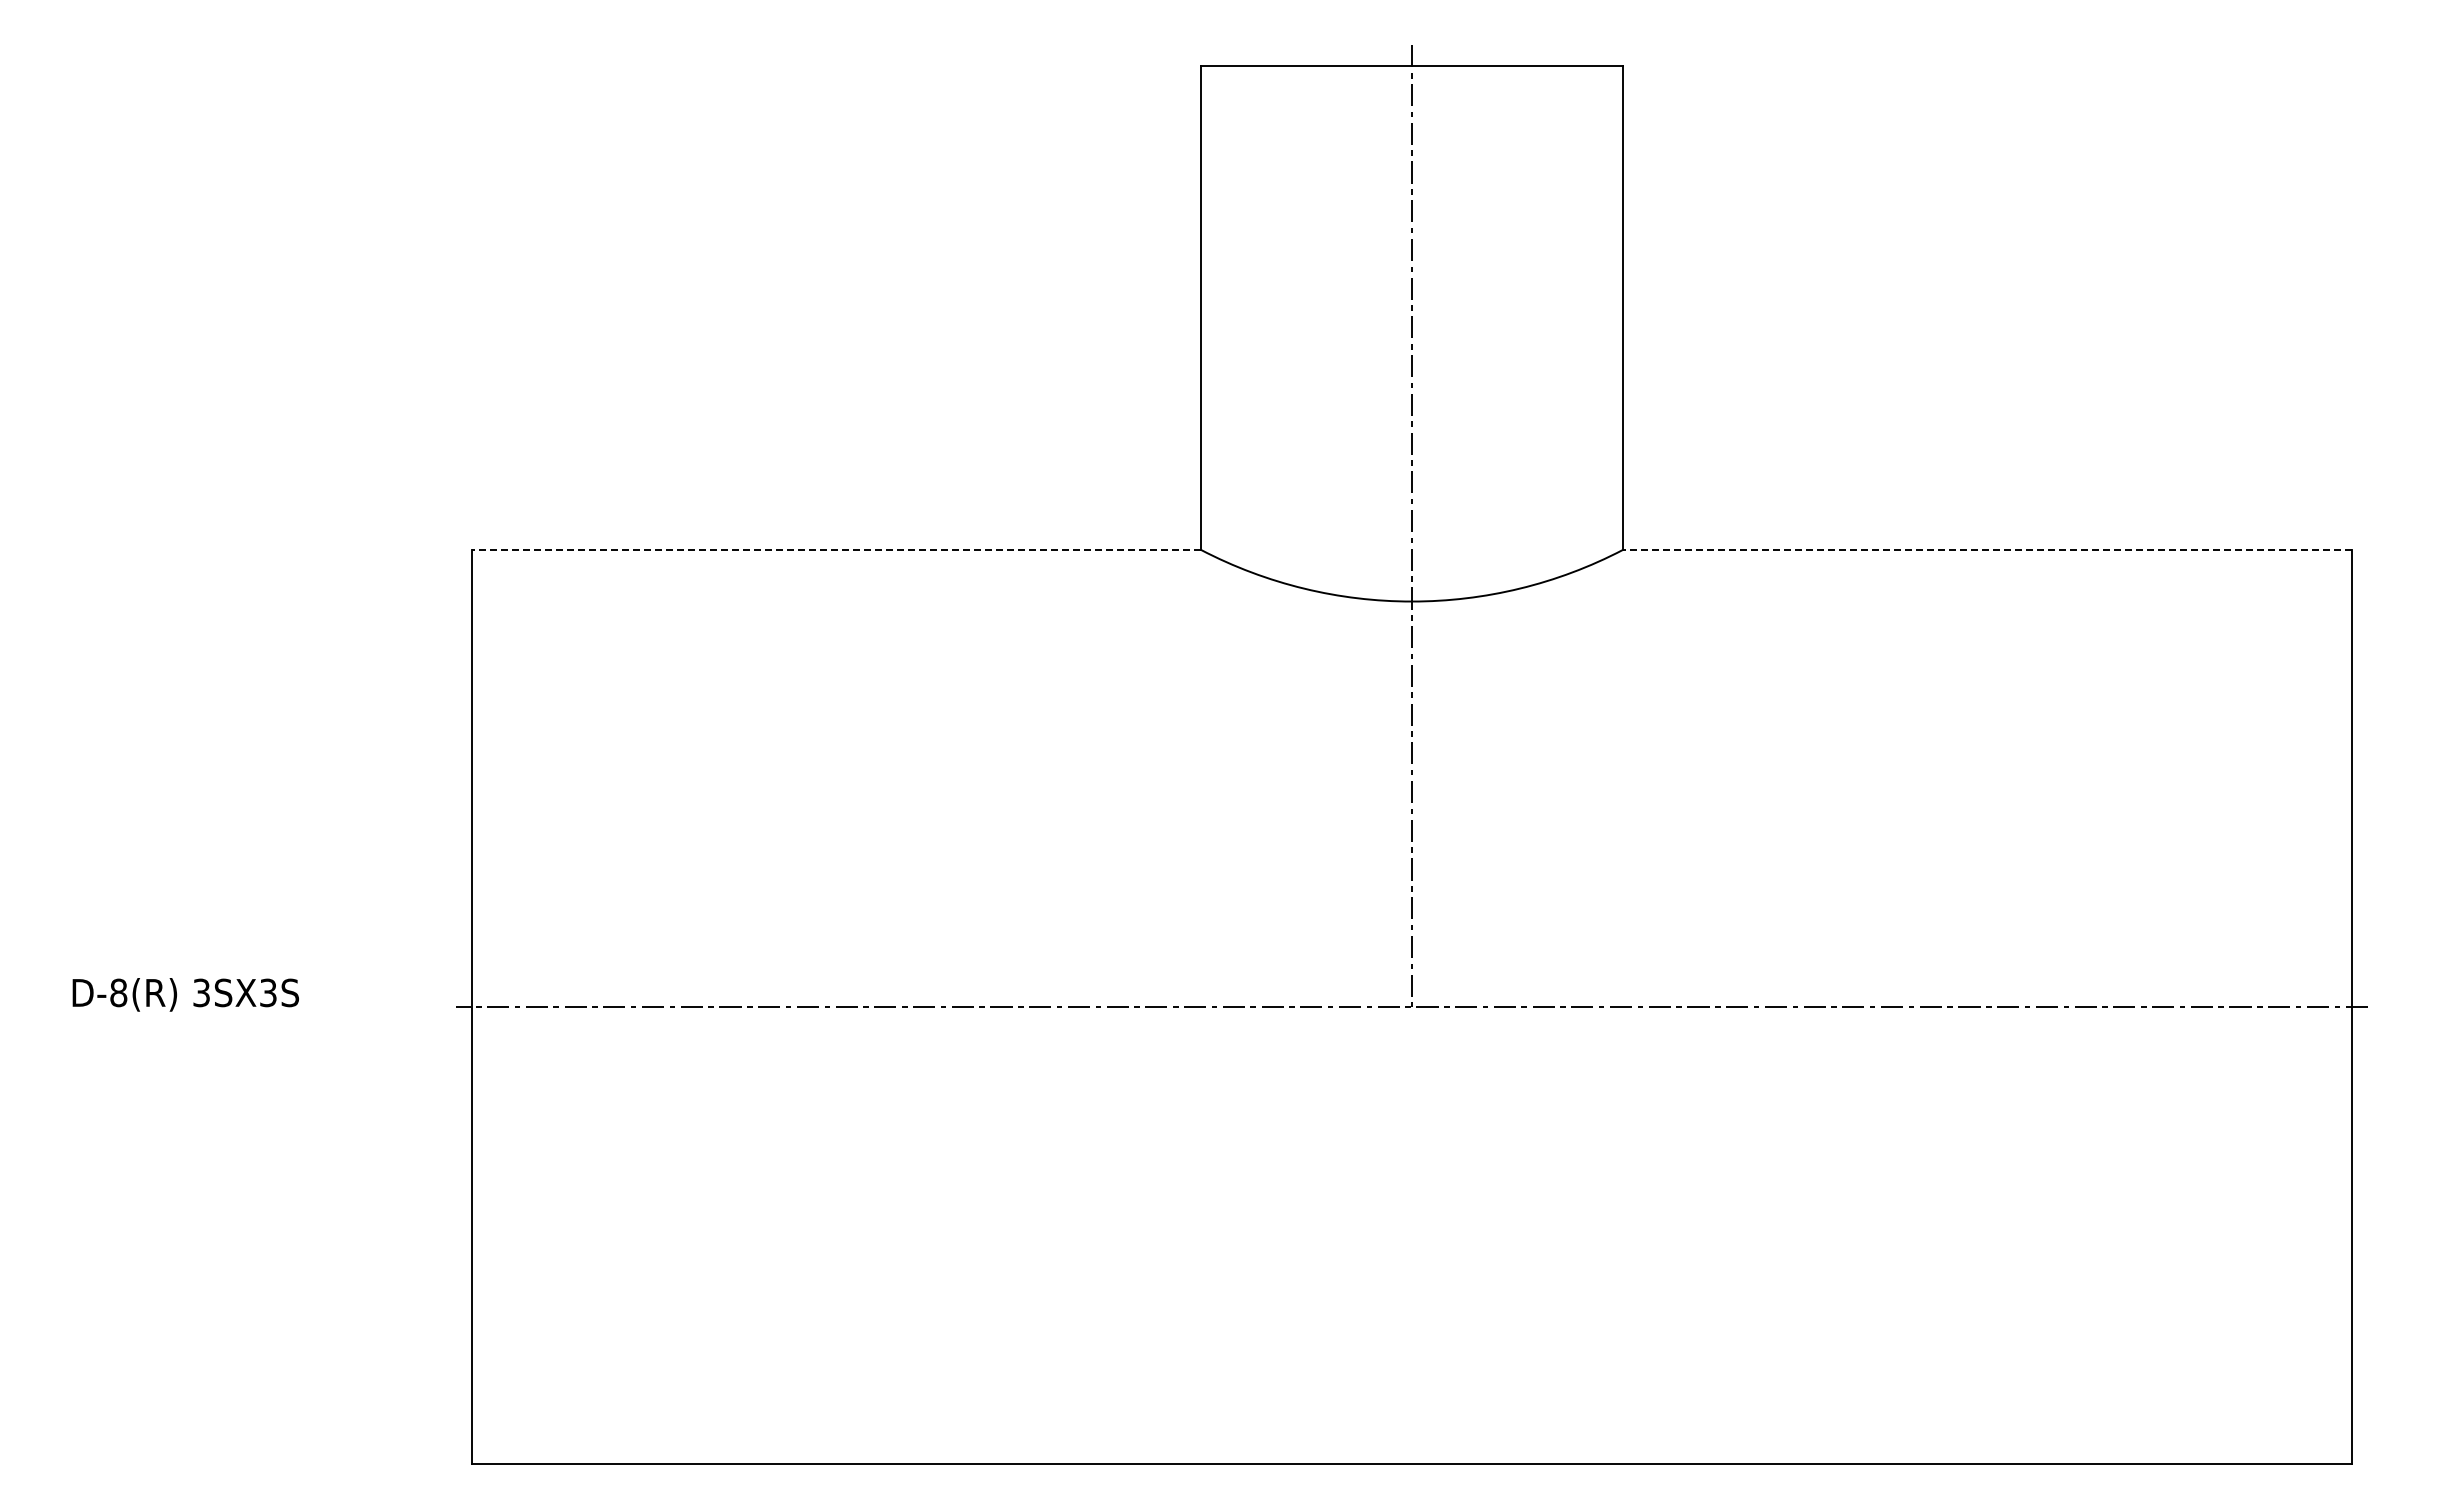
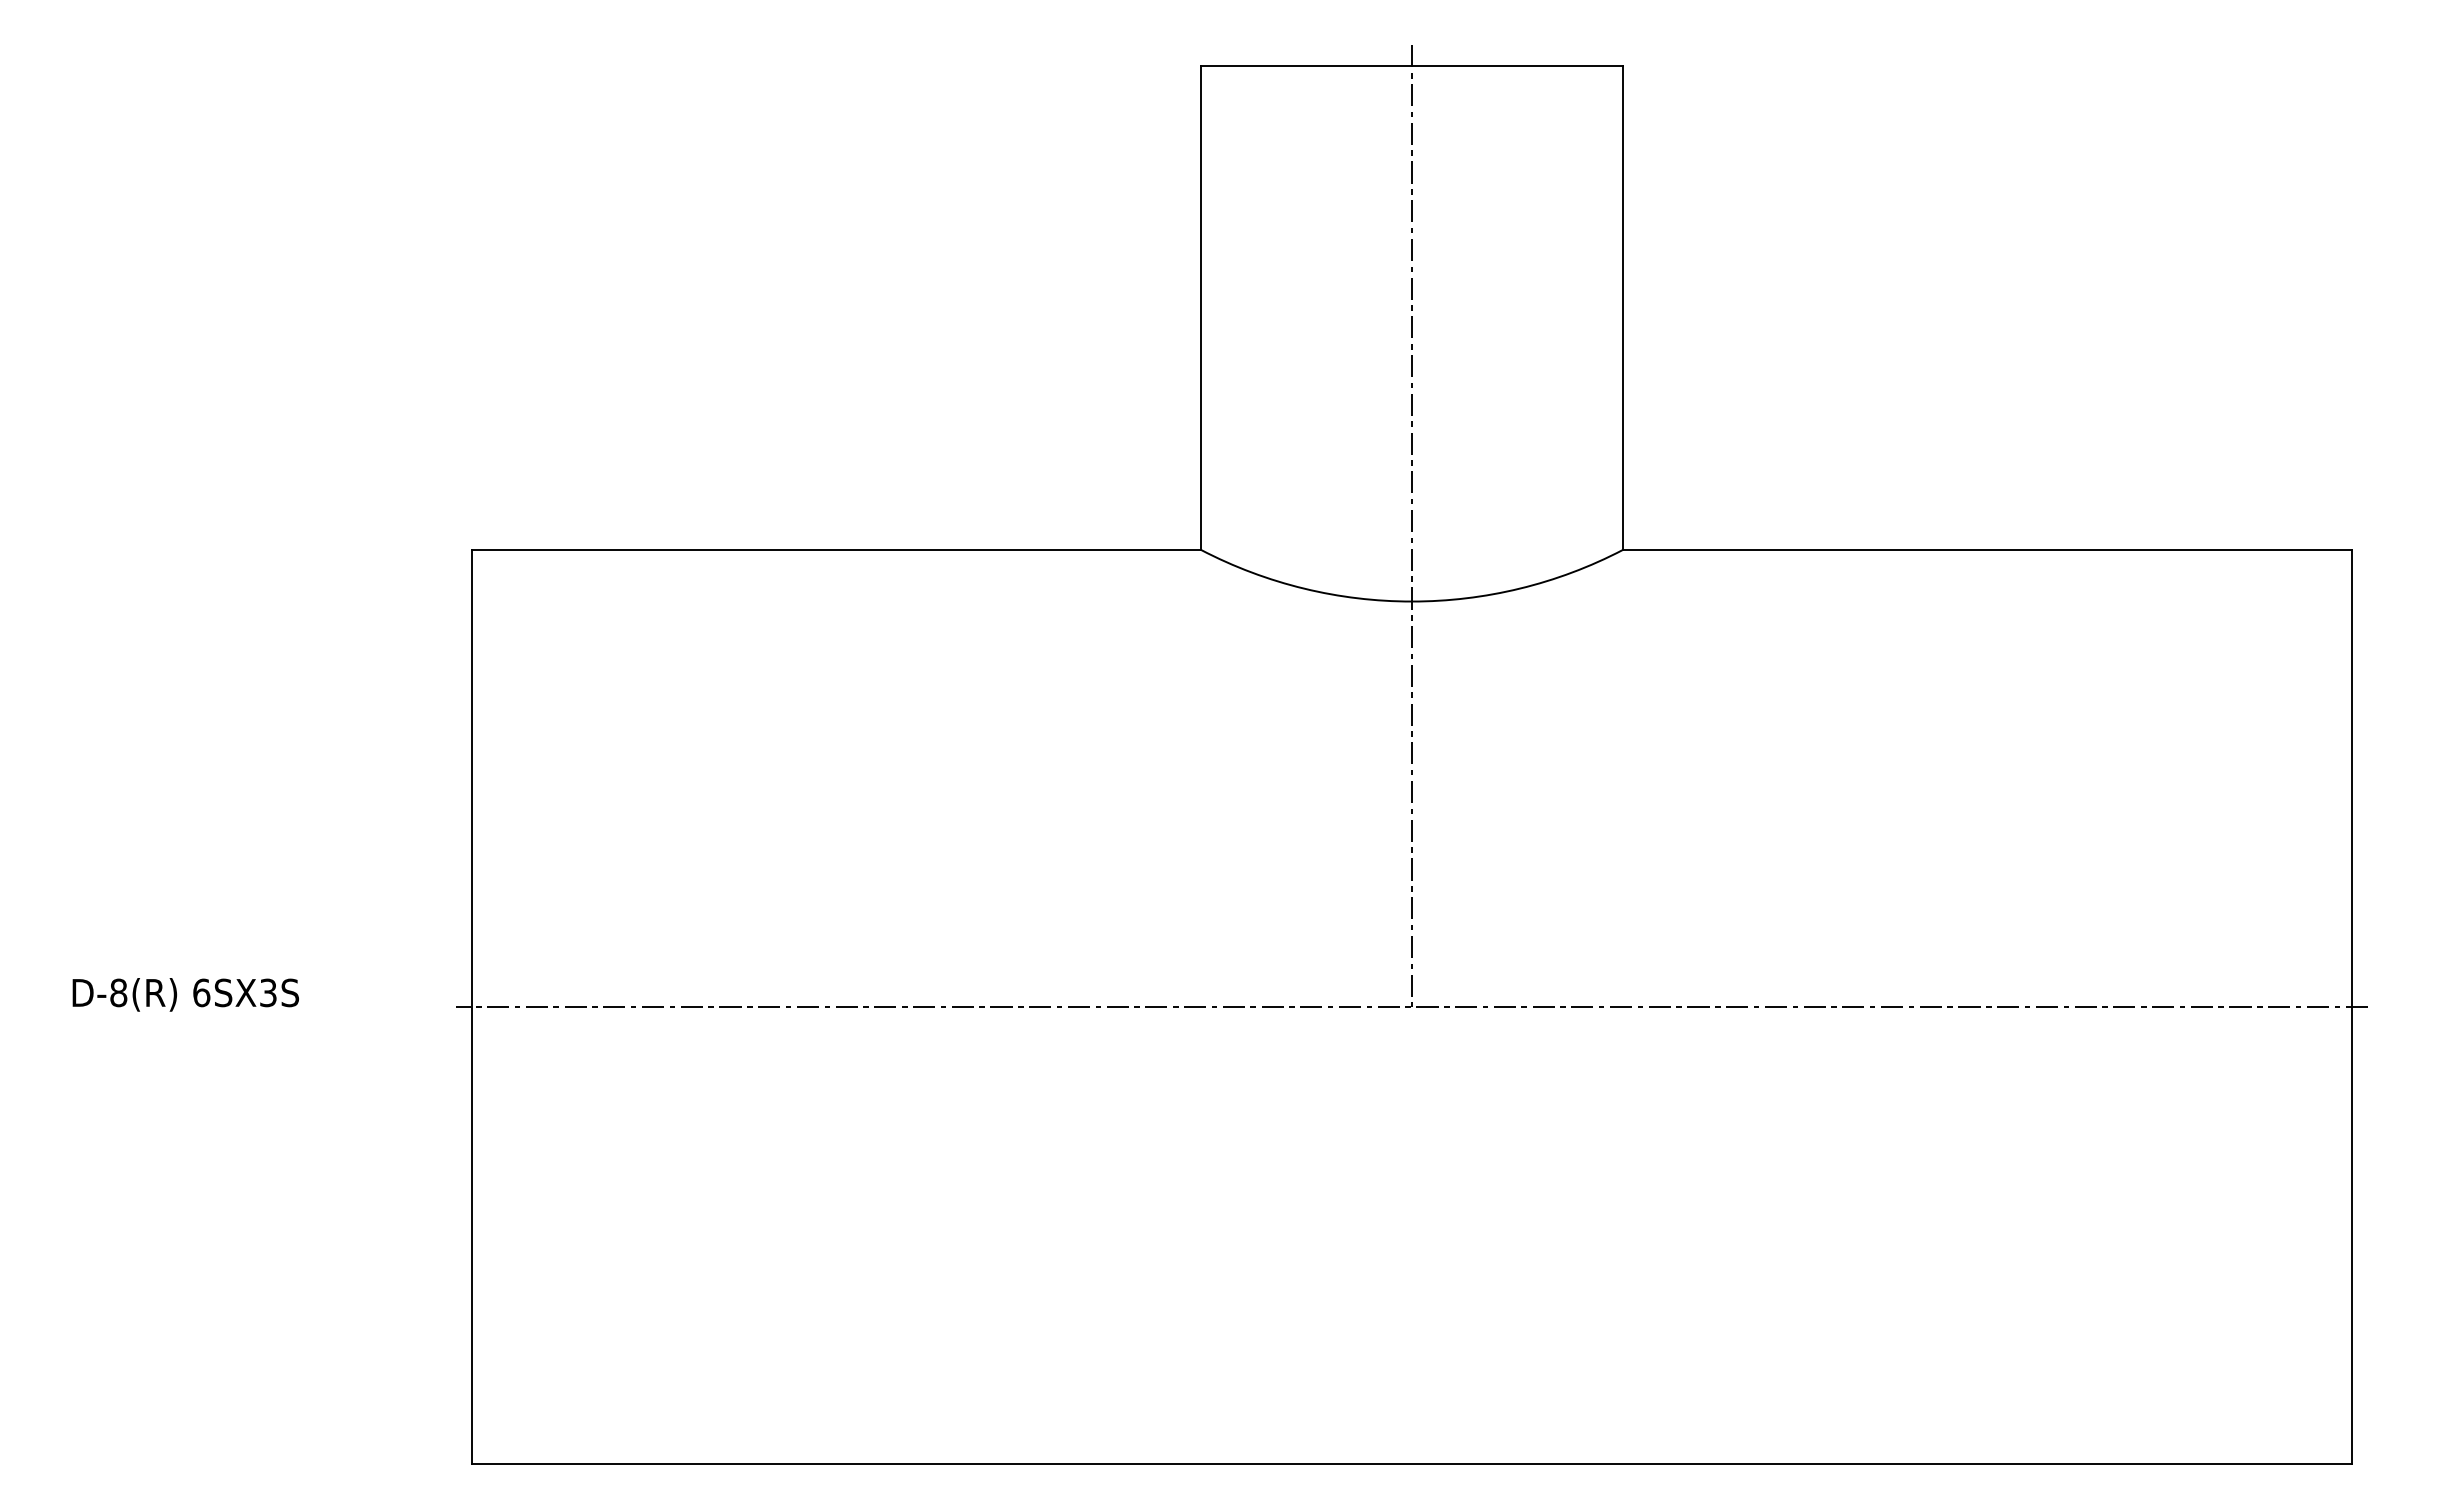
line at (836, 549): dashed -> solid
line at (1987, 549): dashed -> solid
text at (201, 992): 3SX3S -> 6SX3S
